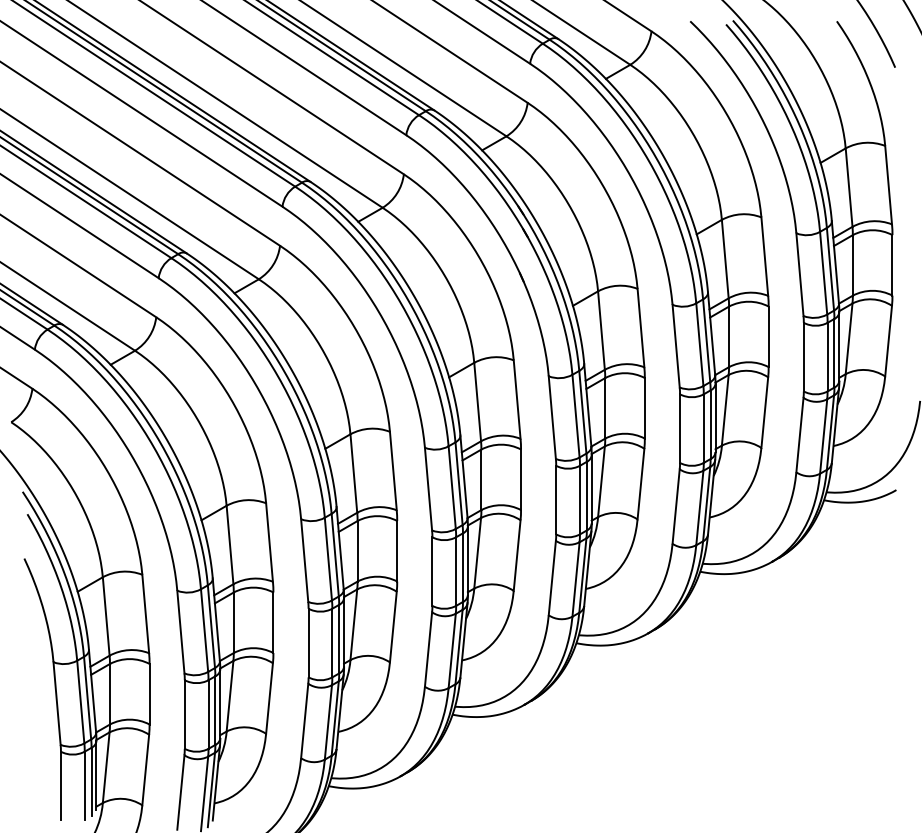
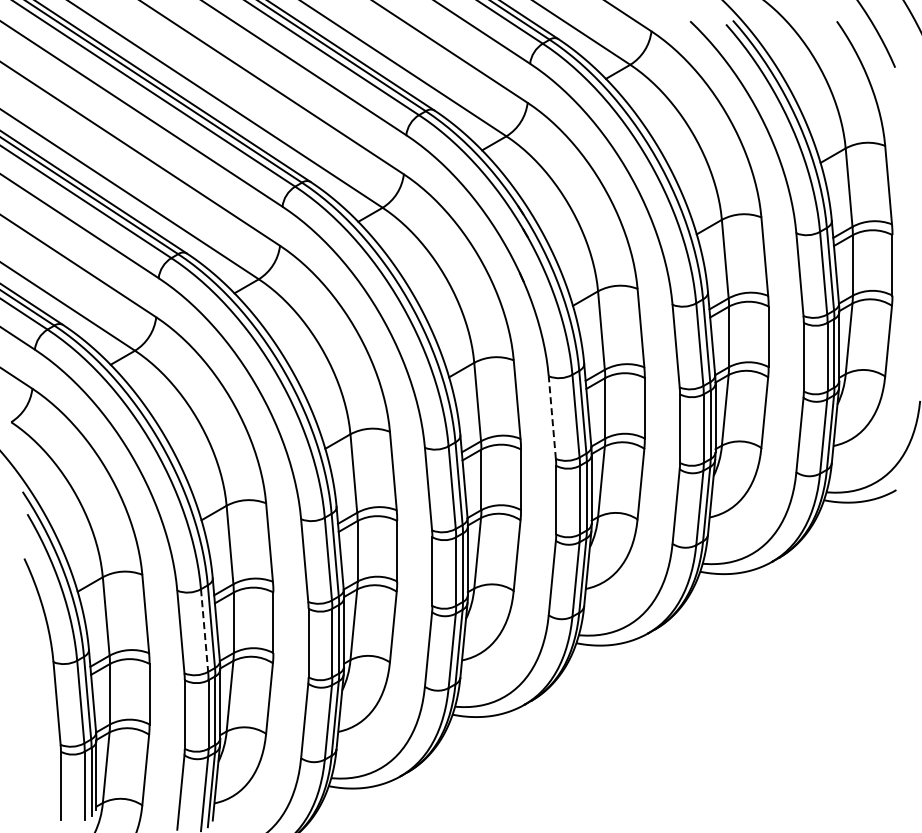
line at (552, 417): solid -> dashed
line at (204, 631): solid -> dashed
